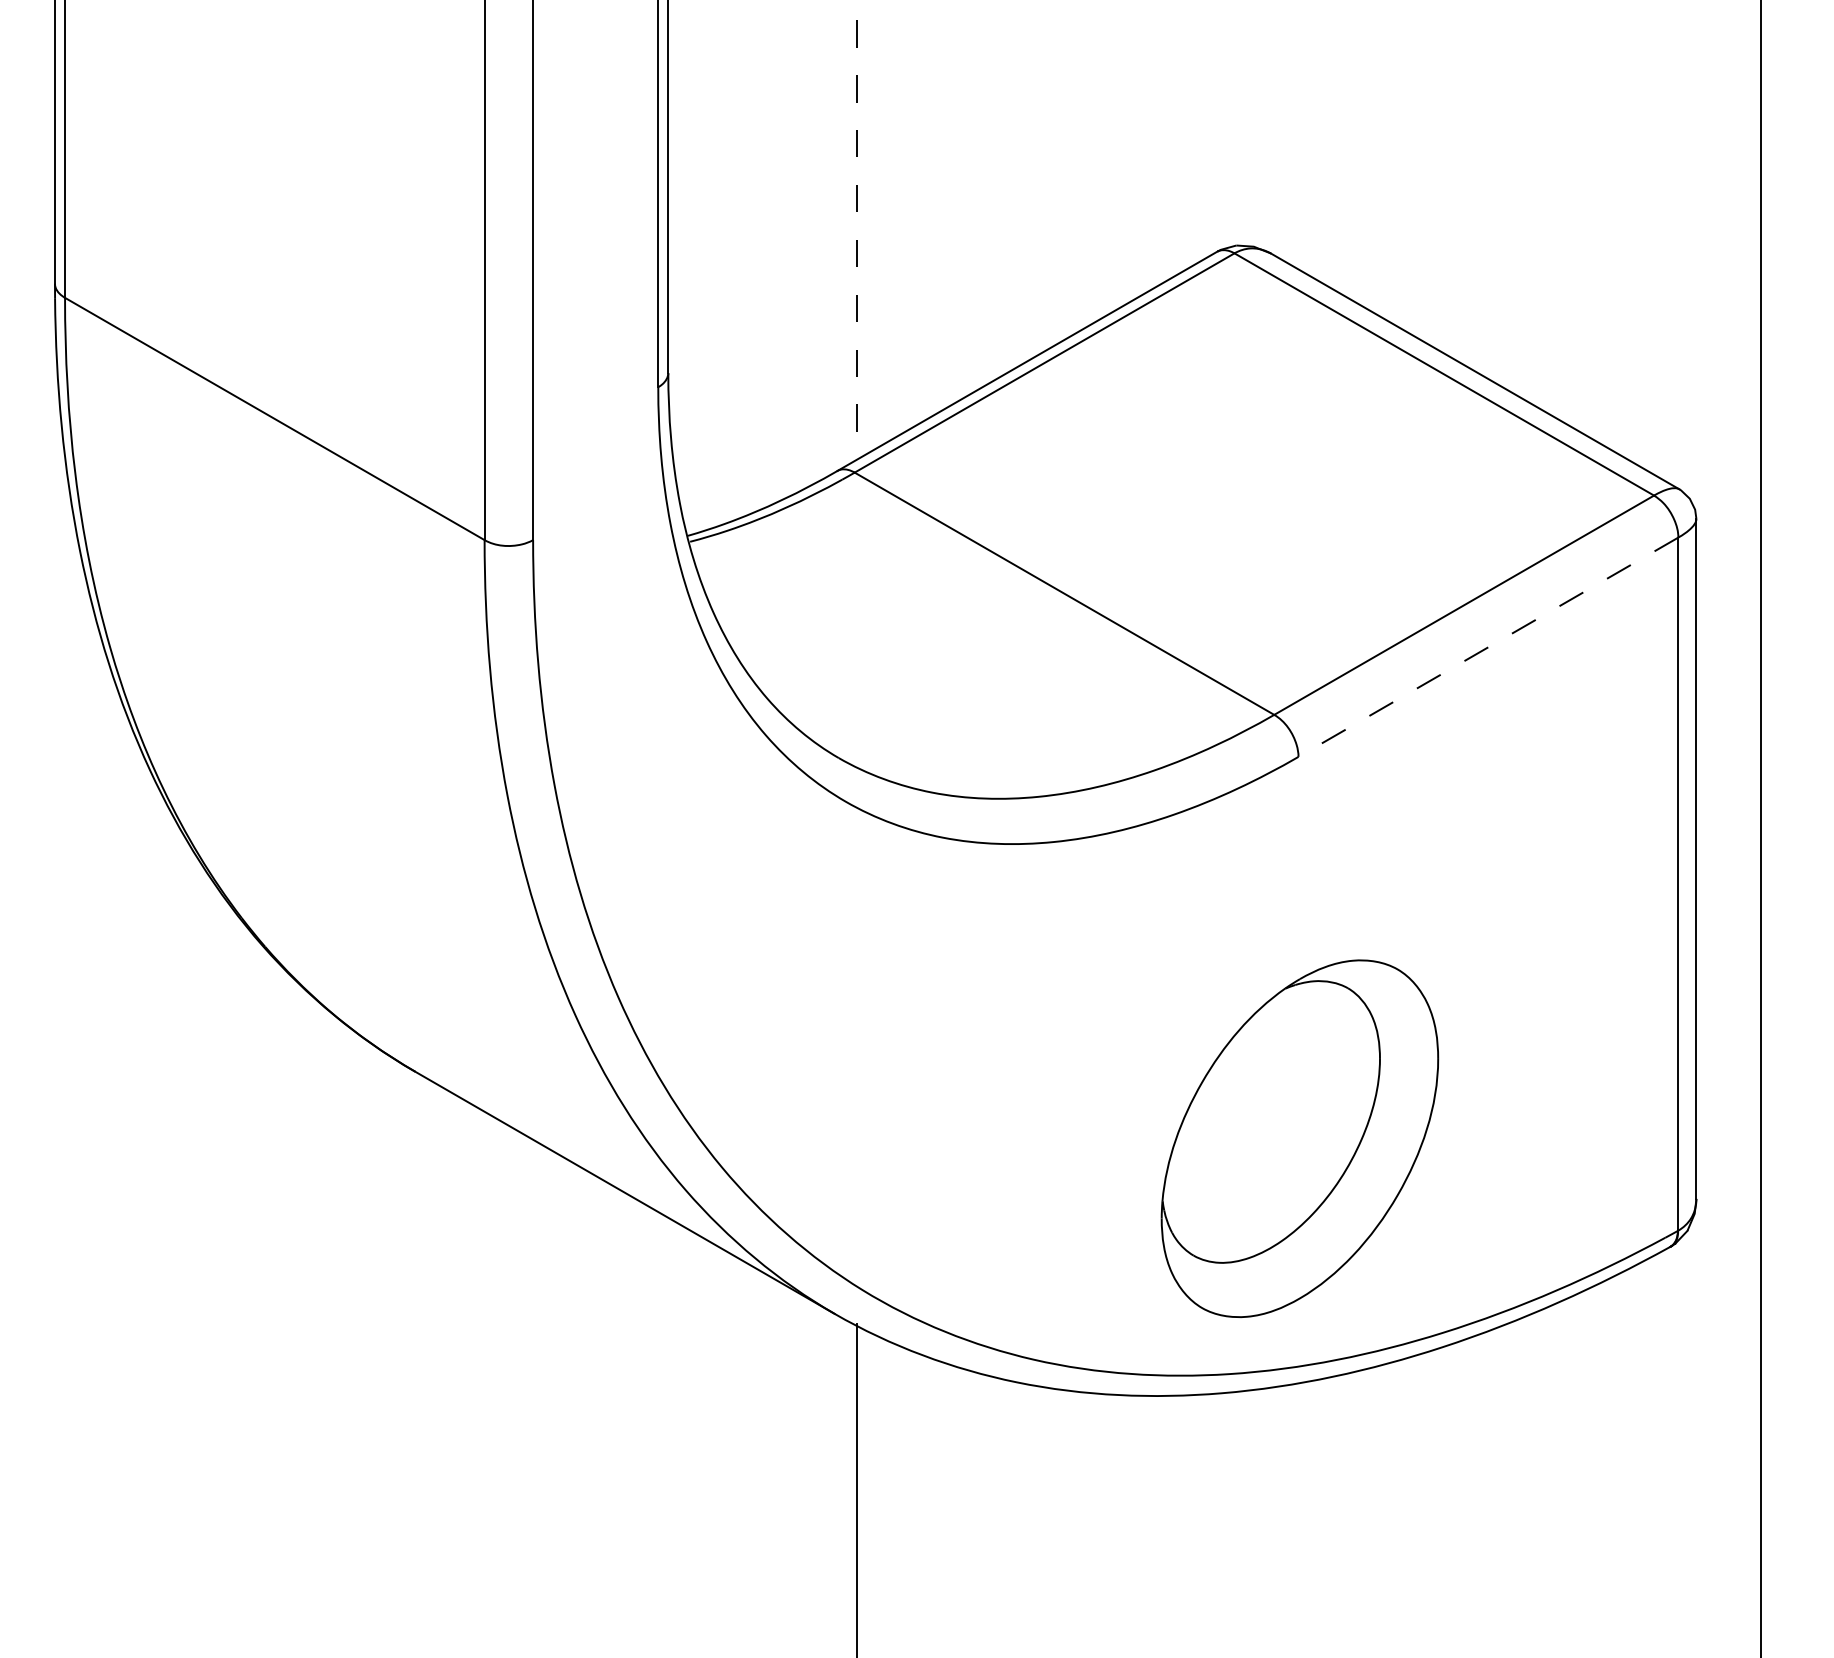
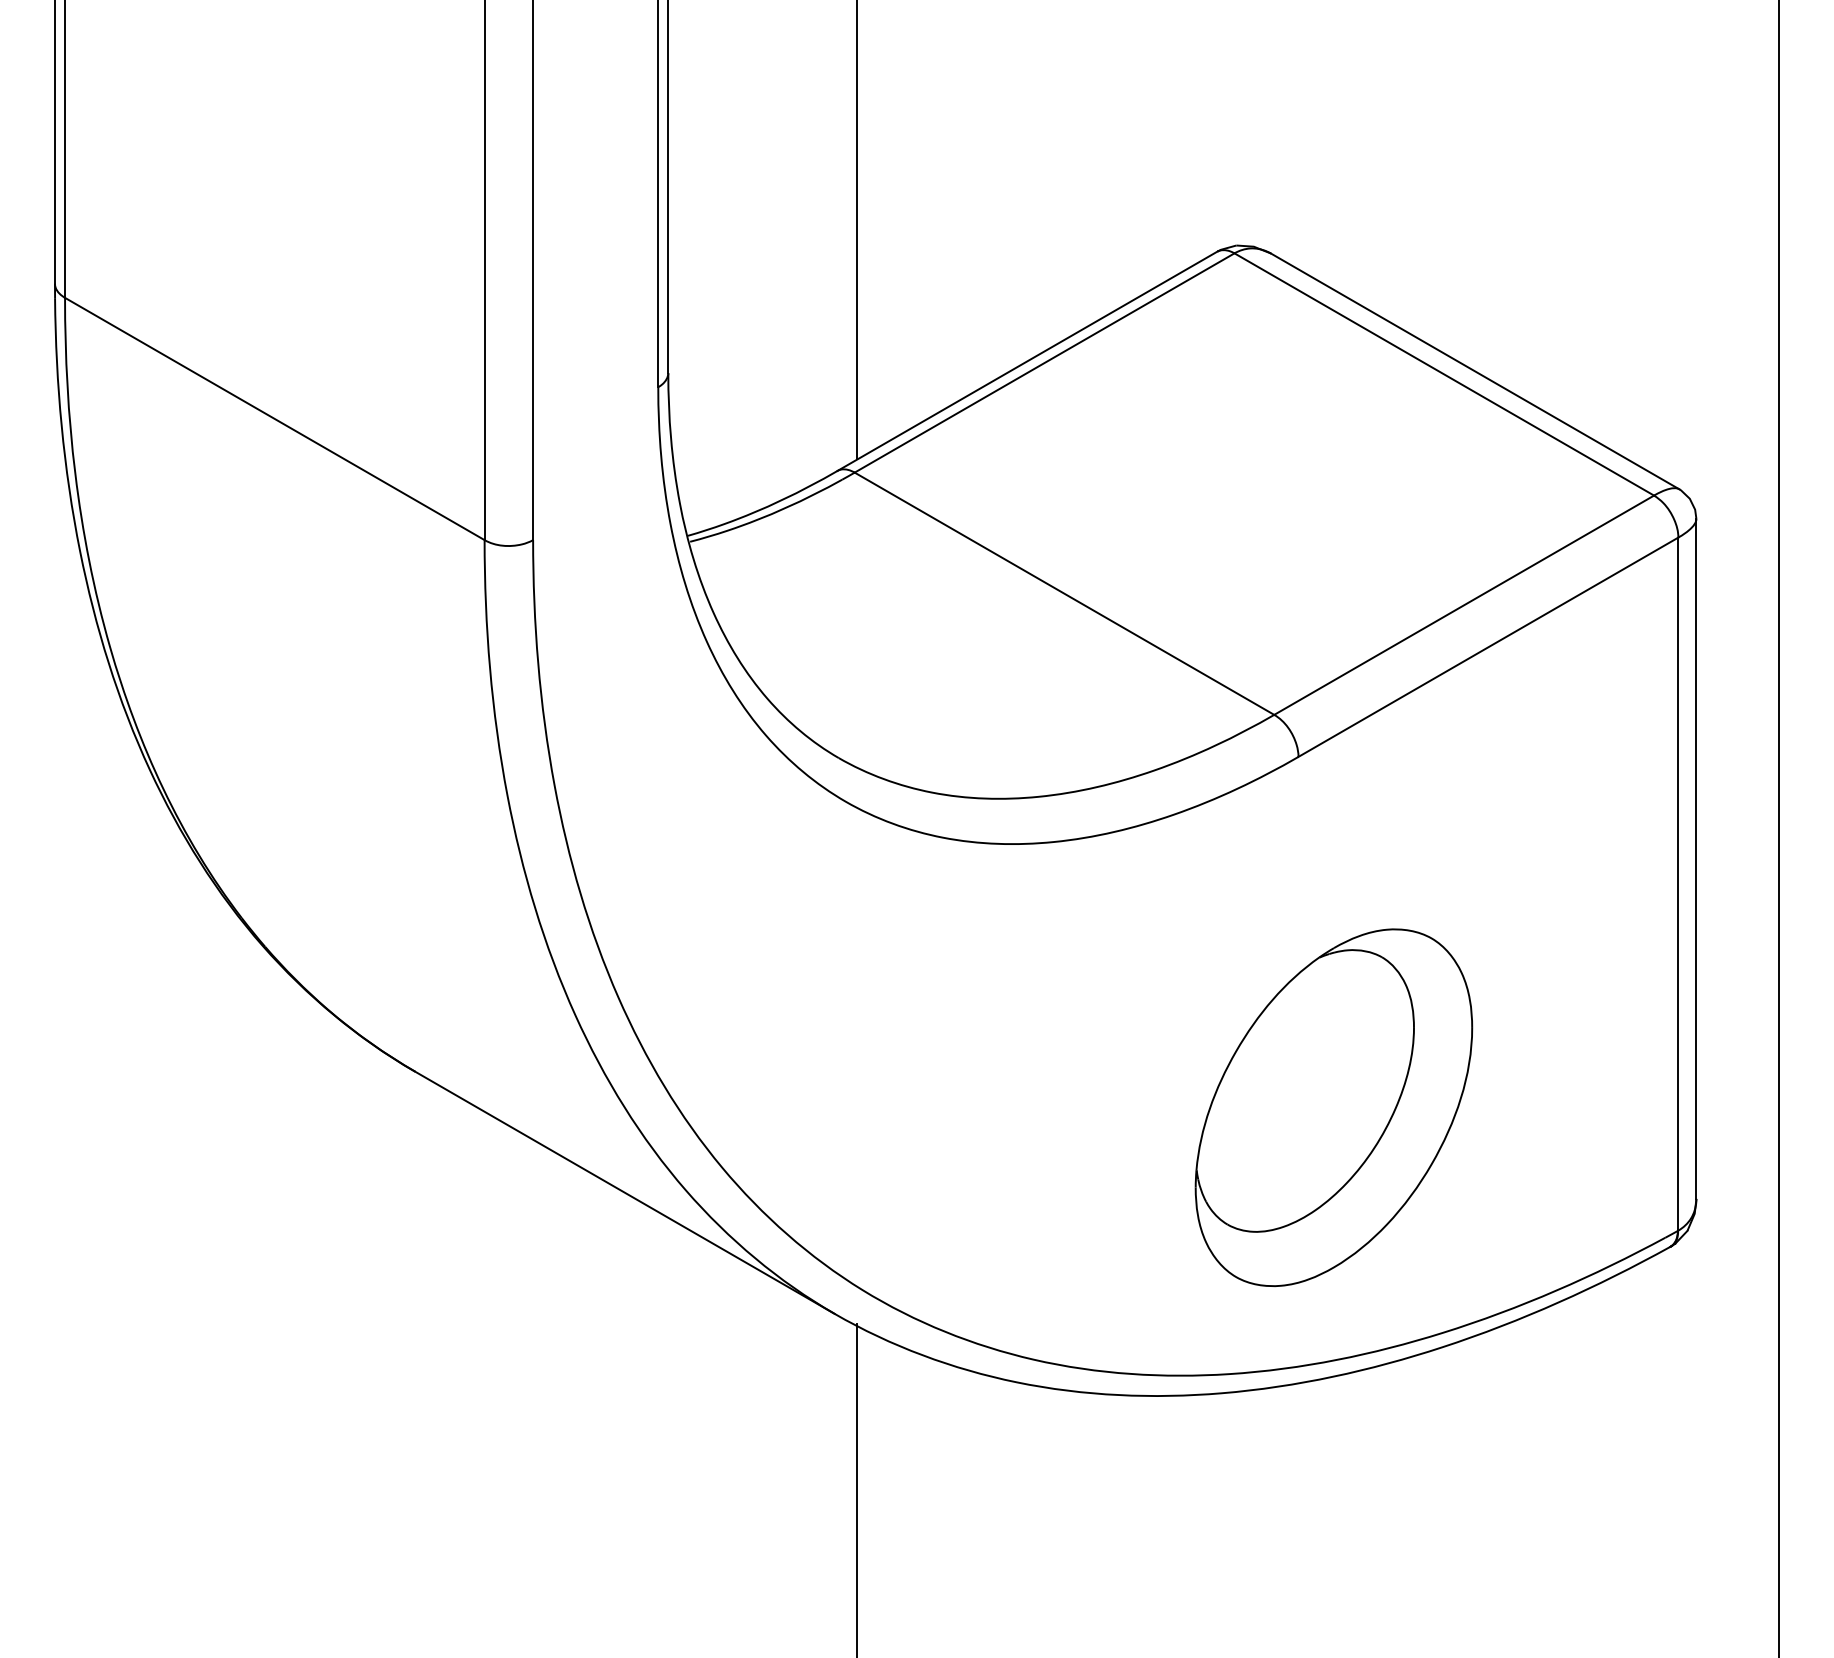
line at (857, 230): dashed -> solid
line at (1488, 647): dashed -> solid
line at (1760, 828) position: (1760, 828) -> (1778, 828)
part at (1299, 1138) position: (1299, 1138) -> (1333, 1107)
